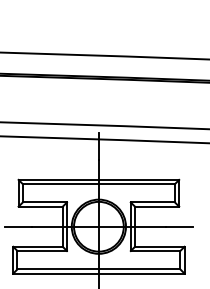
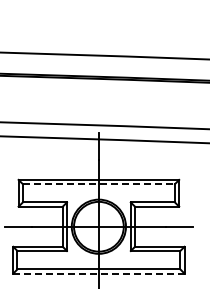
line at (99, 184): solid -> dashed
line at (98, 273): solid -> dashed
